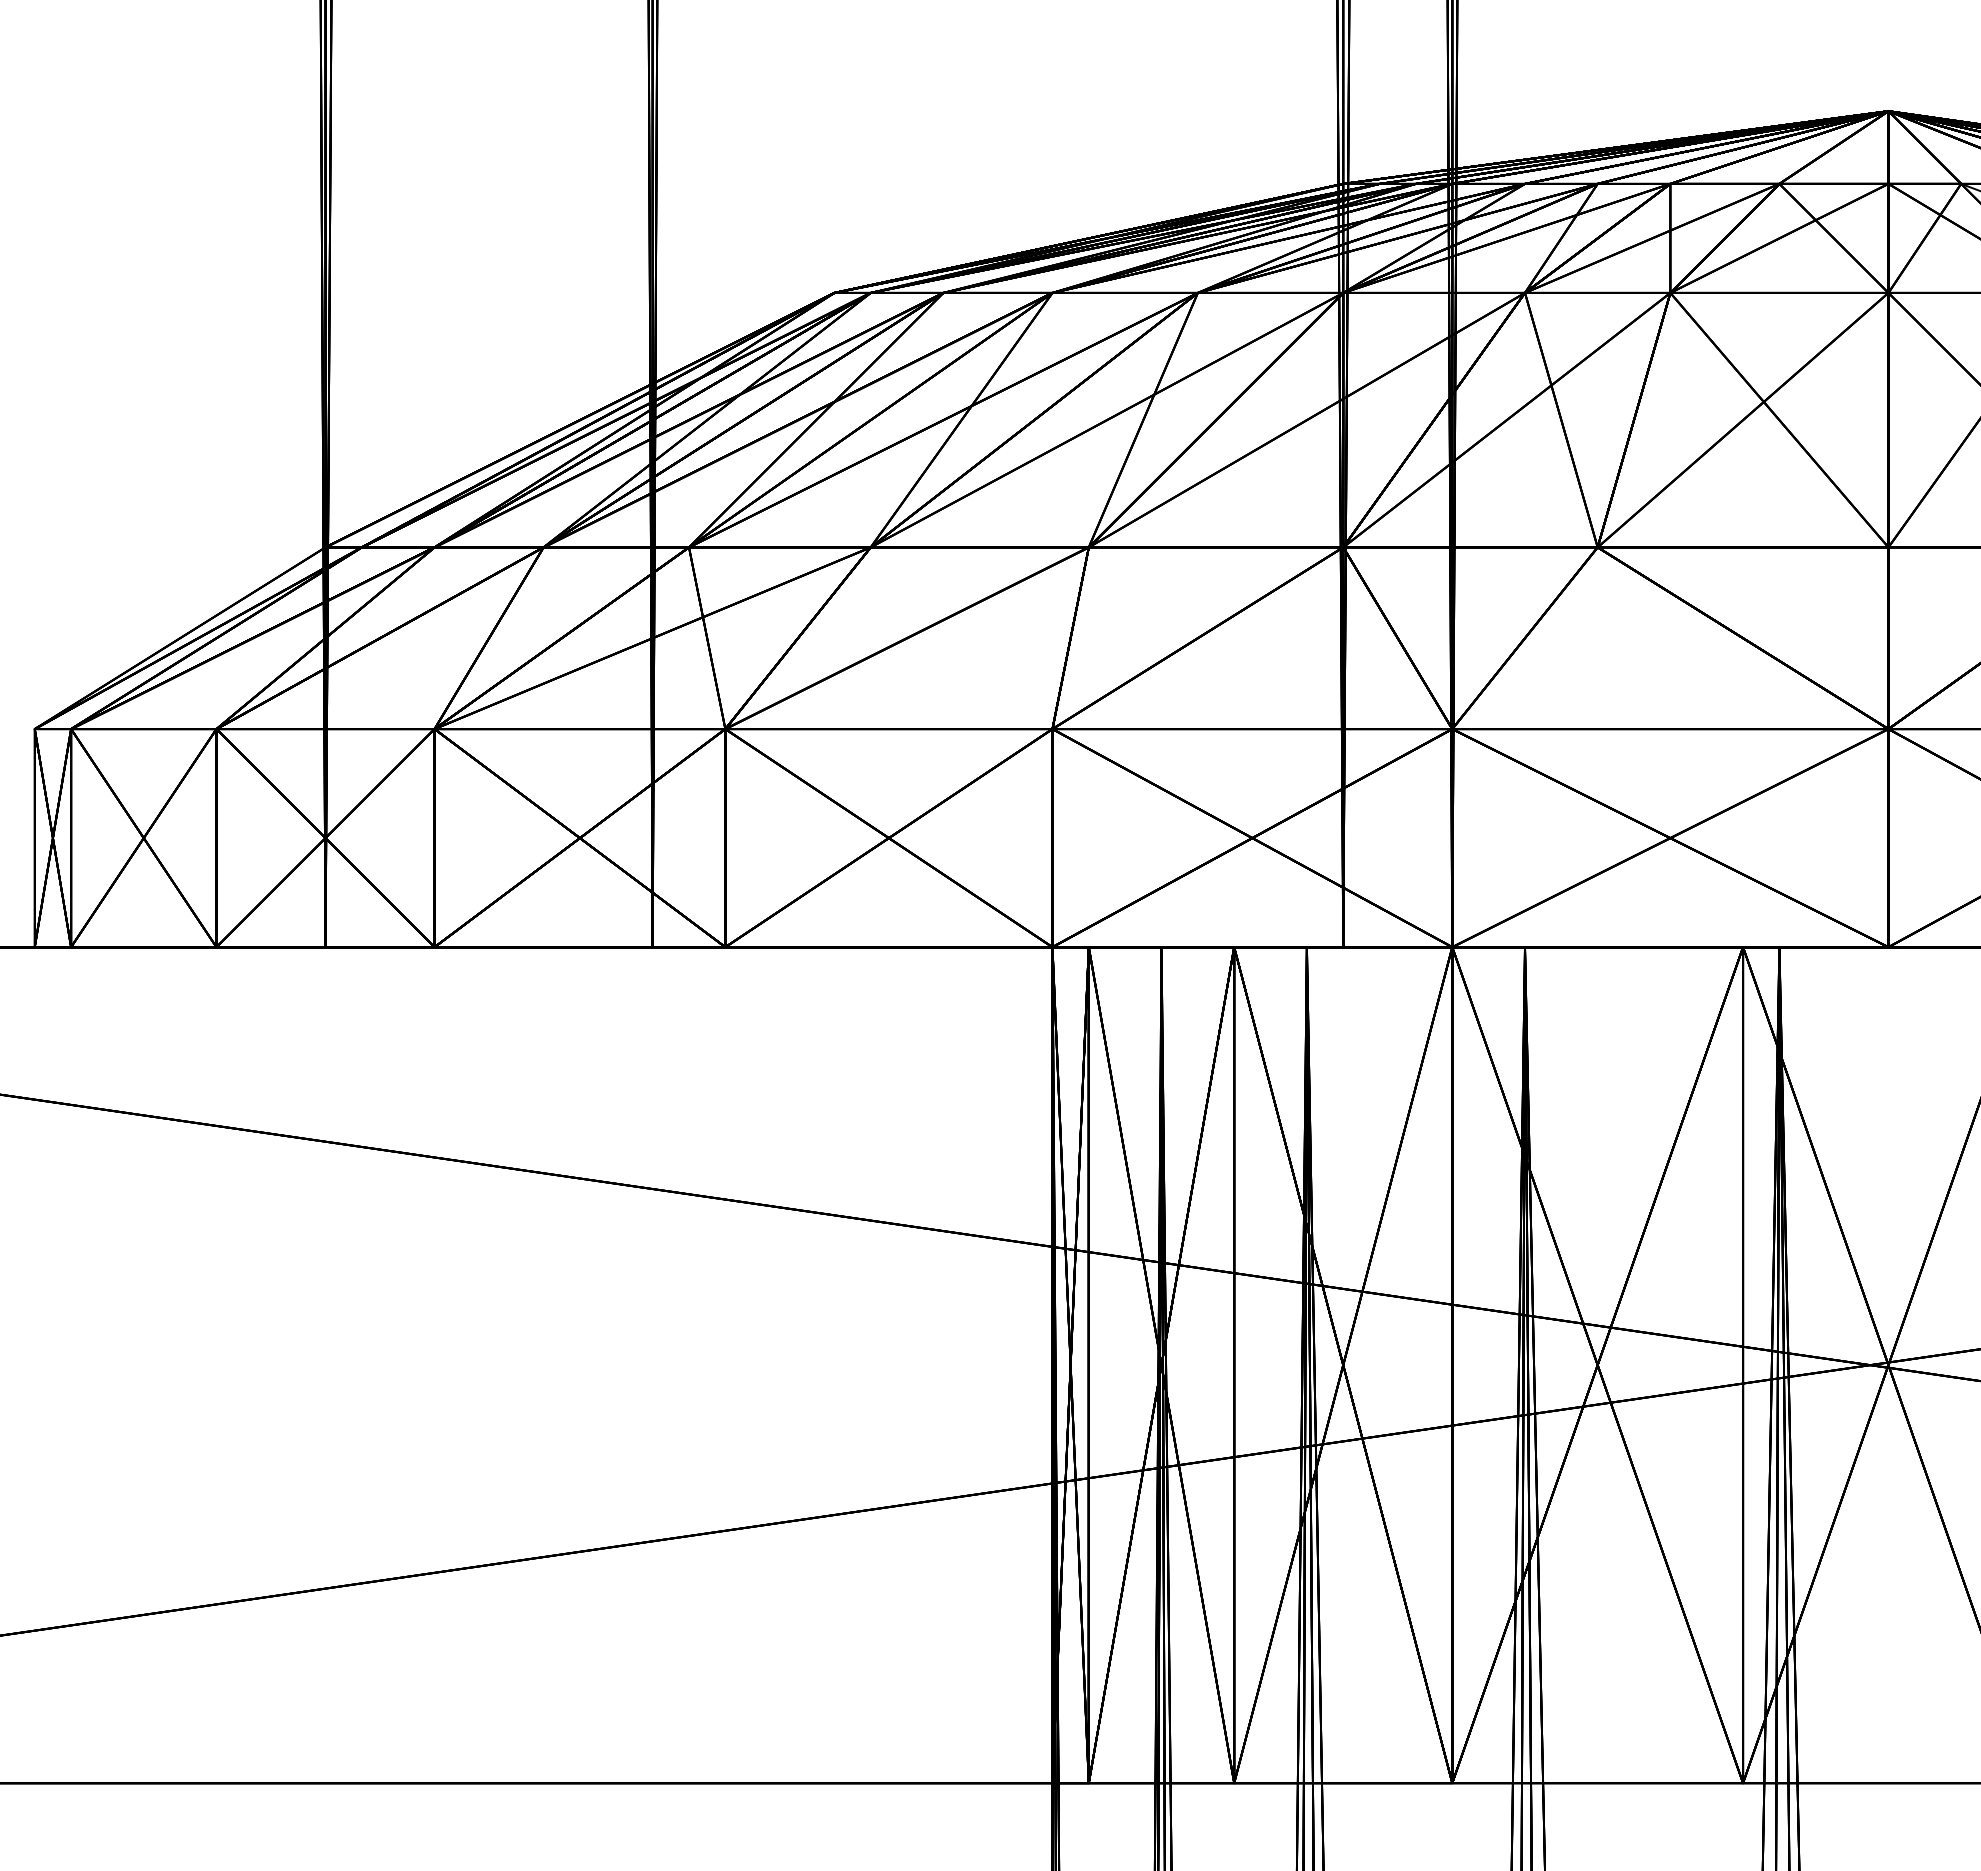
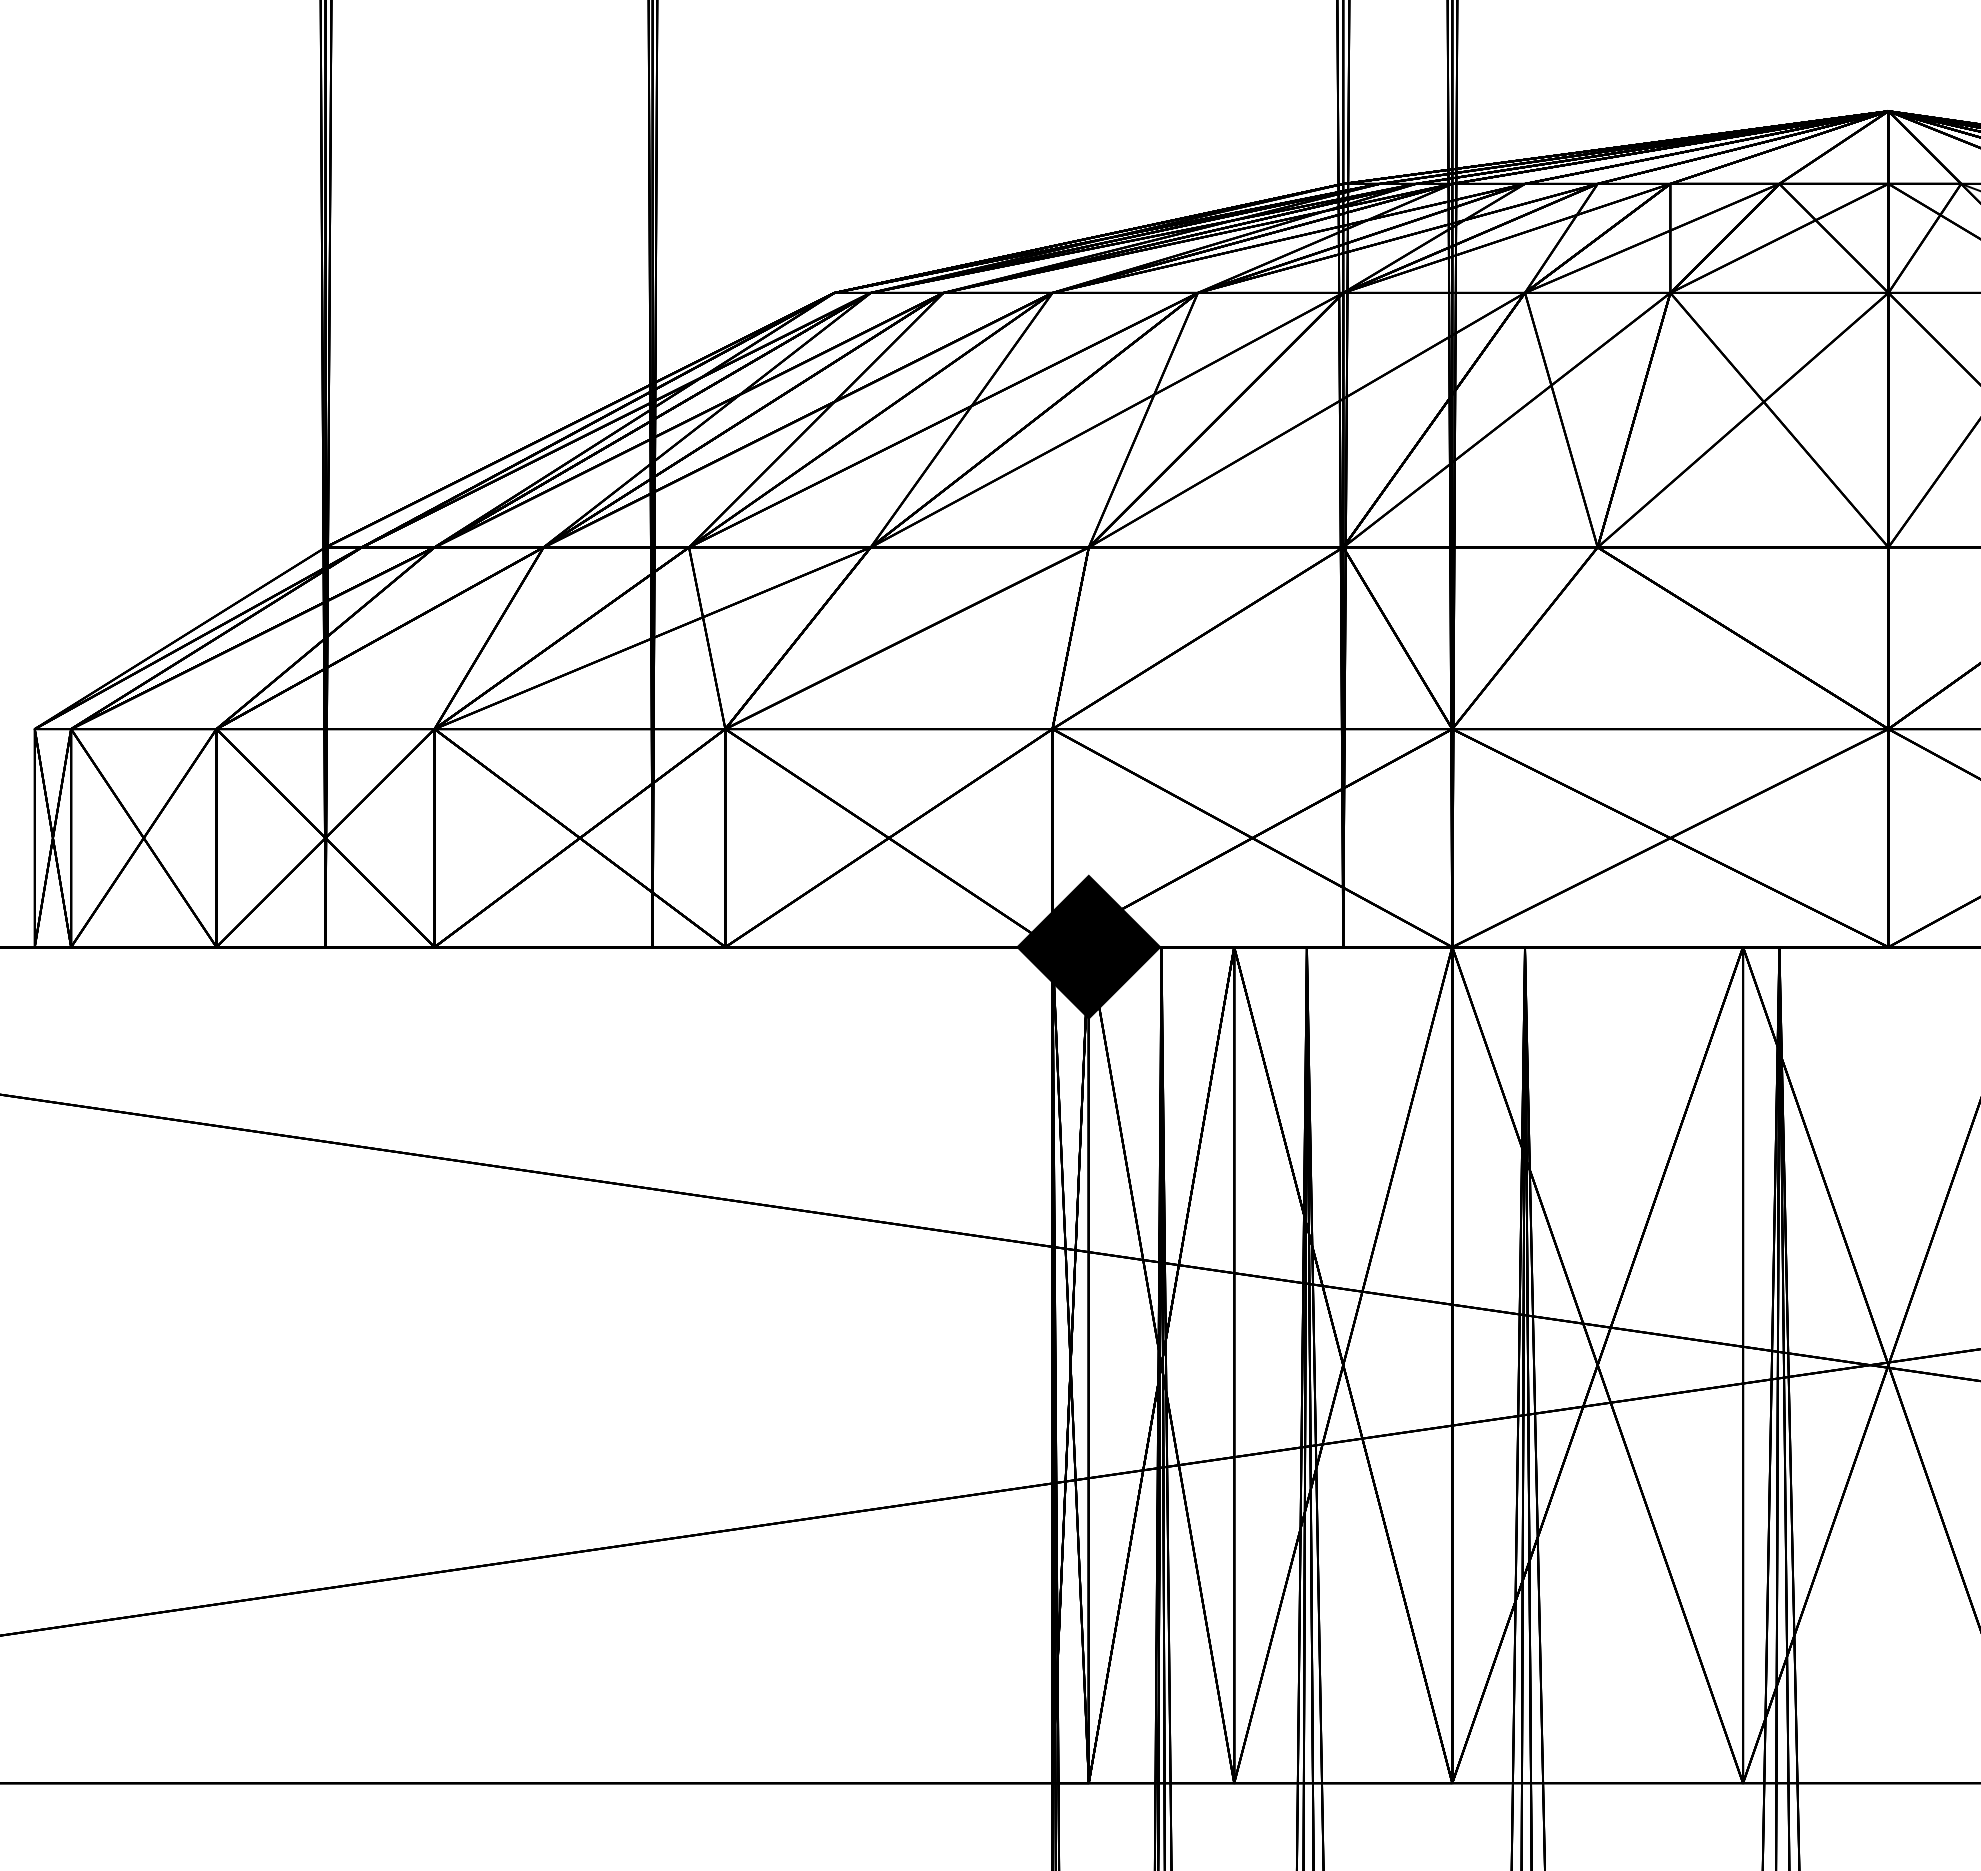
fill at (1088, 946): none -> present
